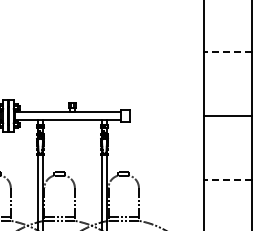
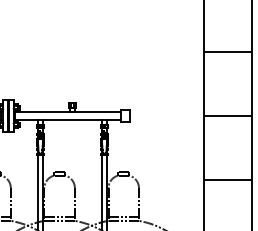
line at (227, 52): dashed -> solid
line at (227, 180): dashed -> solid
